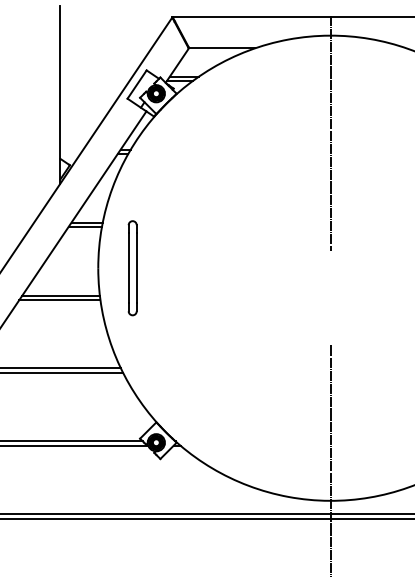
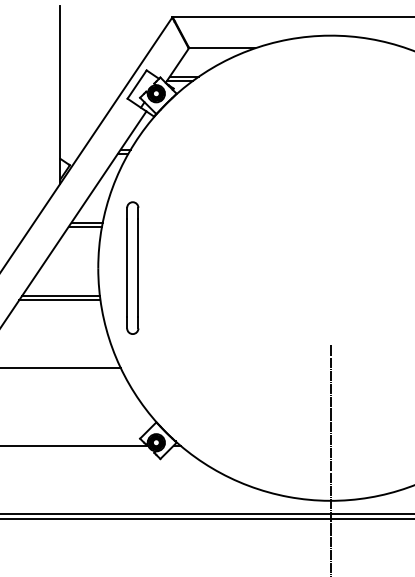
line at (330, 133): present -> none
part at (132, 268) size: 11x97 px -> 14x134 px
line at (62, 372): present -> none
line at (72, 441): present -> none
